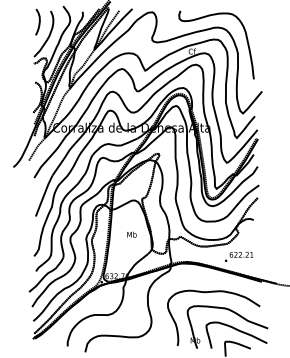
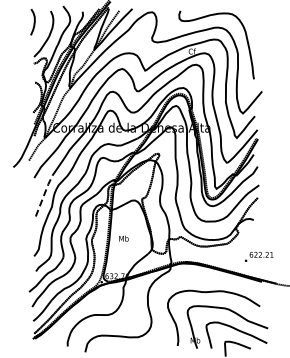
curve at (38, 22) position: (38, 22) -> (33, 22)
line at (44, 195): solid -> dashed
text at (131, 234) position: (131, 234) -> (123, 238)
text at (239, 256) position: (239, 256) -> (259, 256)
